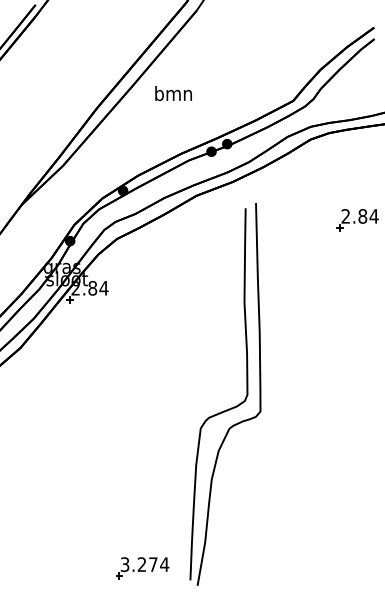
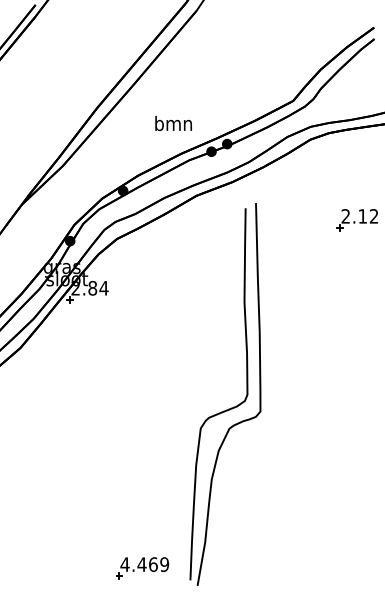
text at (173, 93) position: (173, 93) -> (173, 123)
text at (368, 216): 2.84 -> 2.12
text at (144, 564): 3.274 -> 4.469
